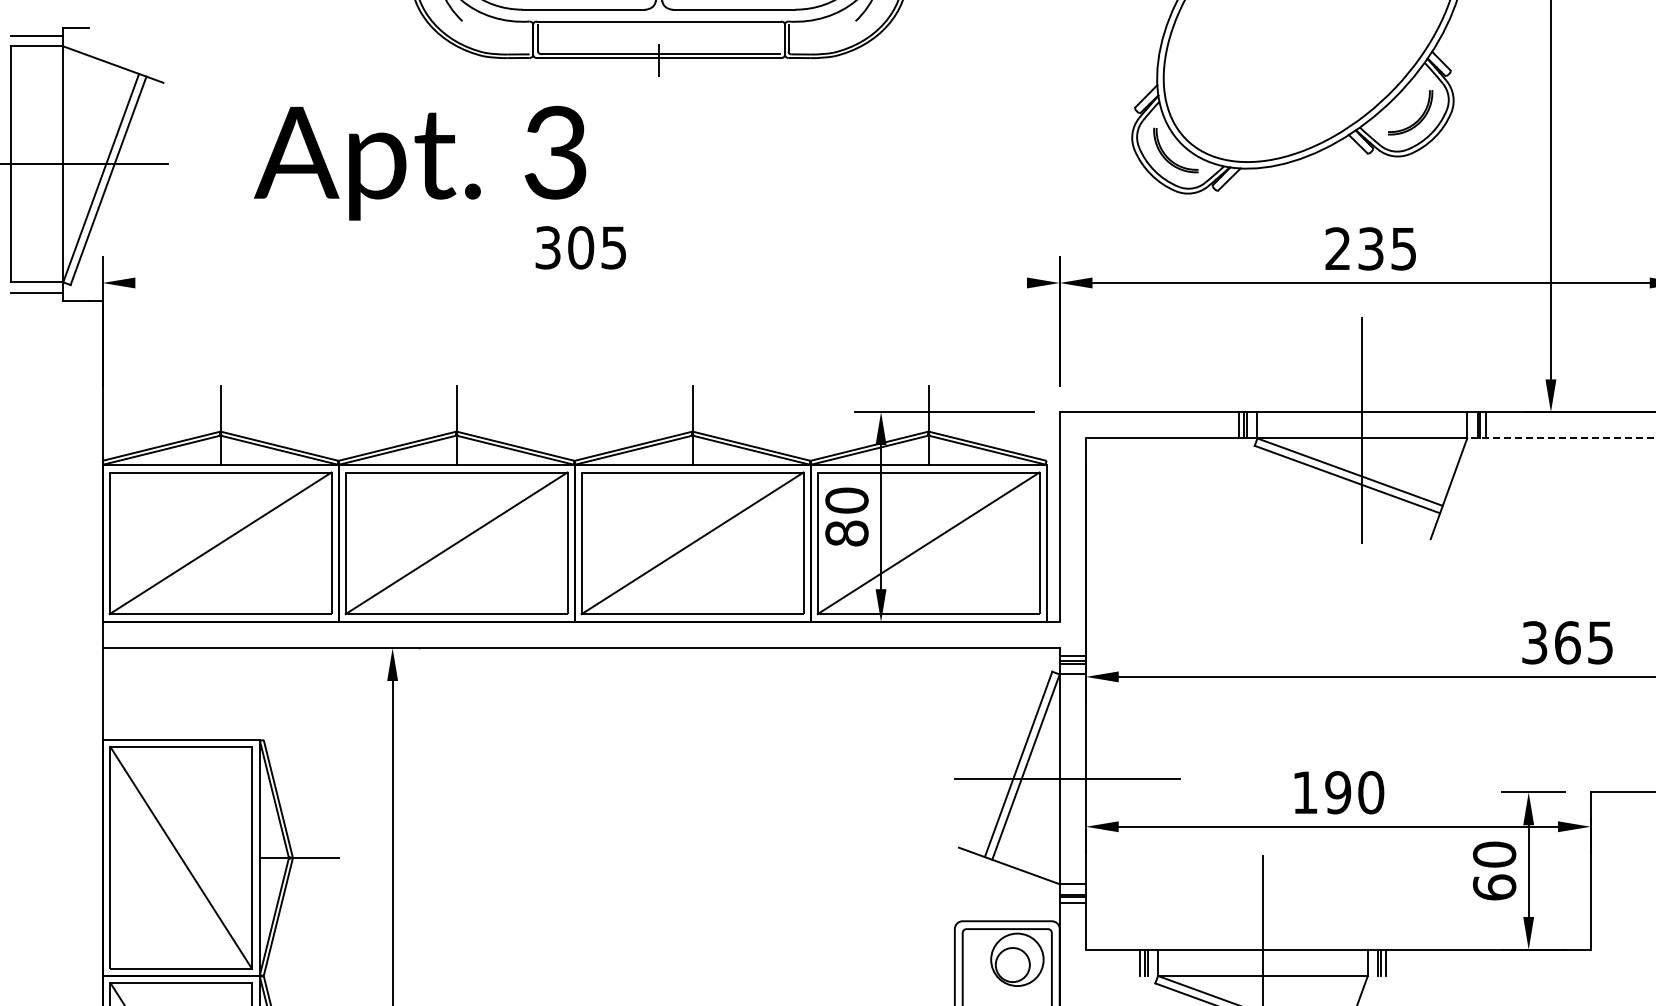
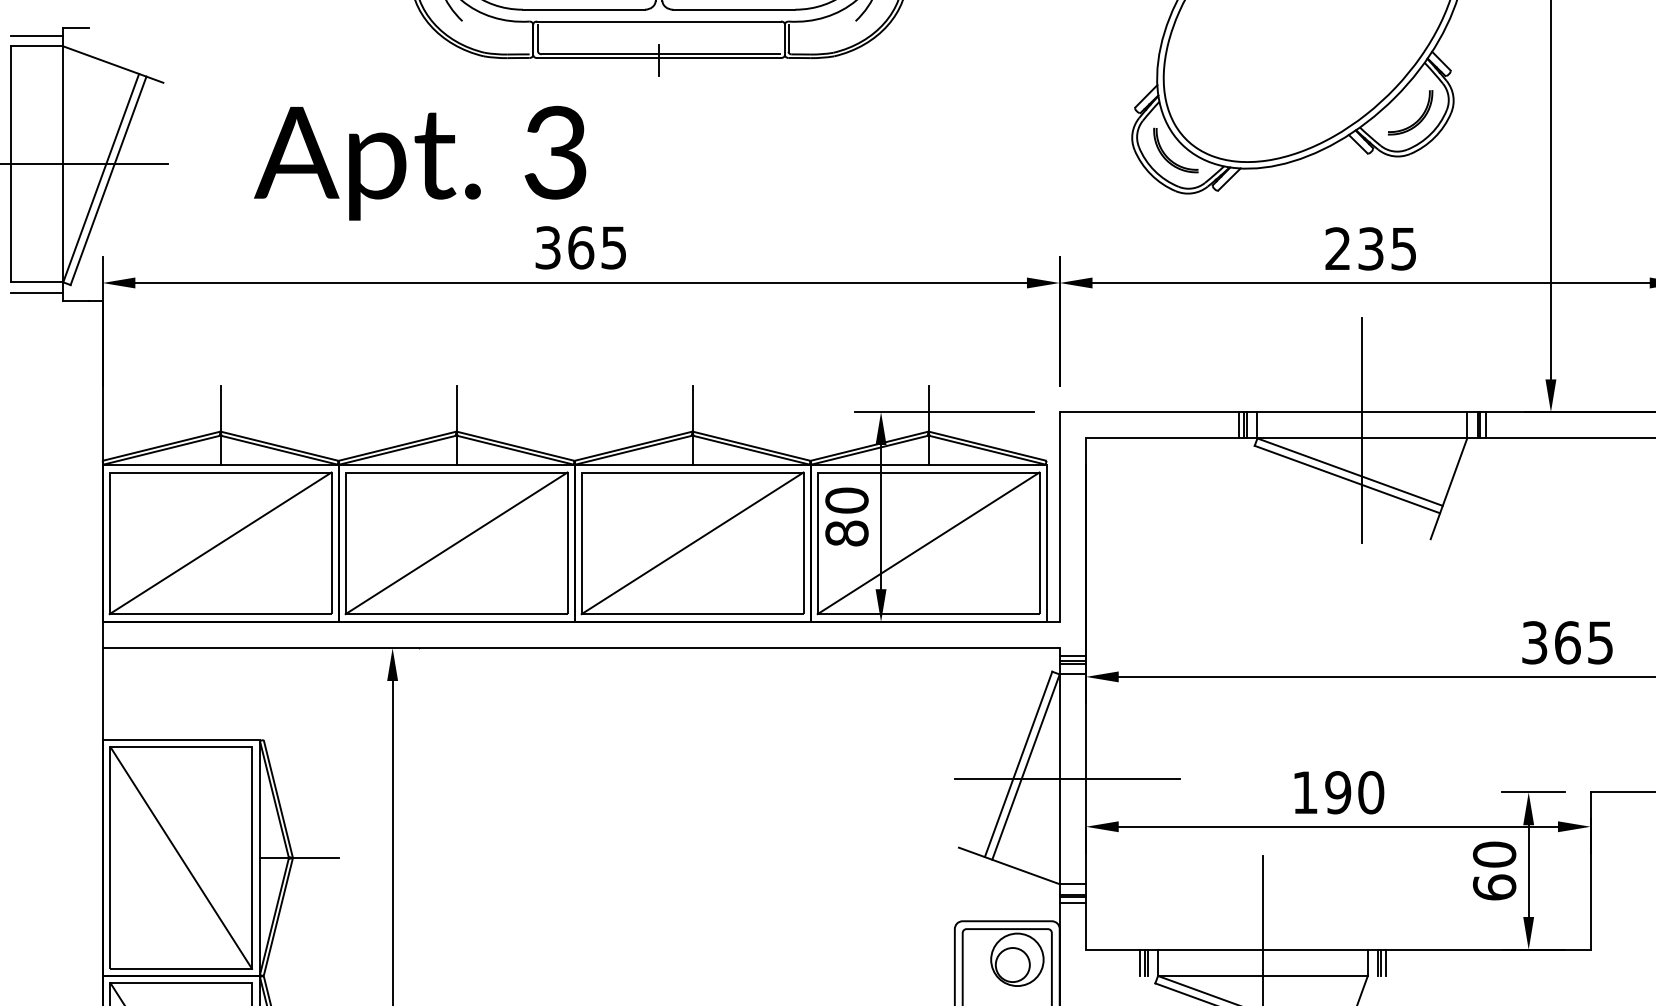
text at (581, 247): 305 -> 365
line at (580, 283): none -> present
line at (1561, 438): dashed -> solid
